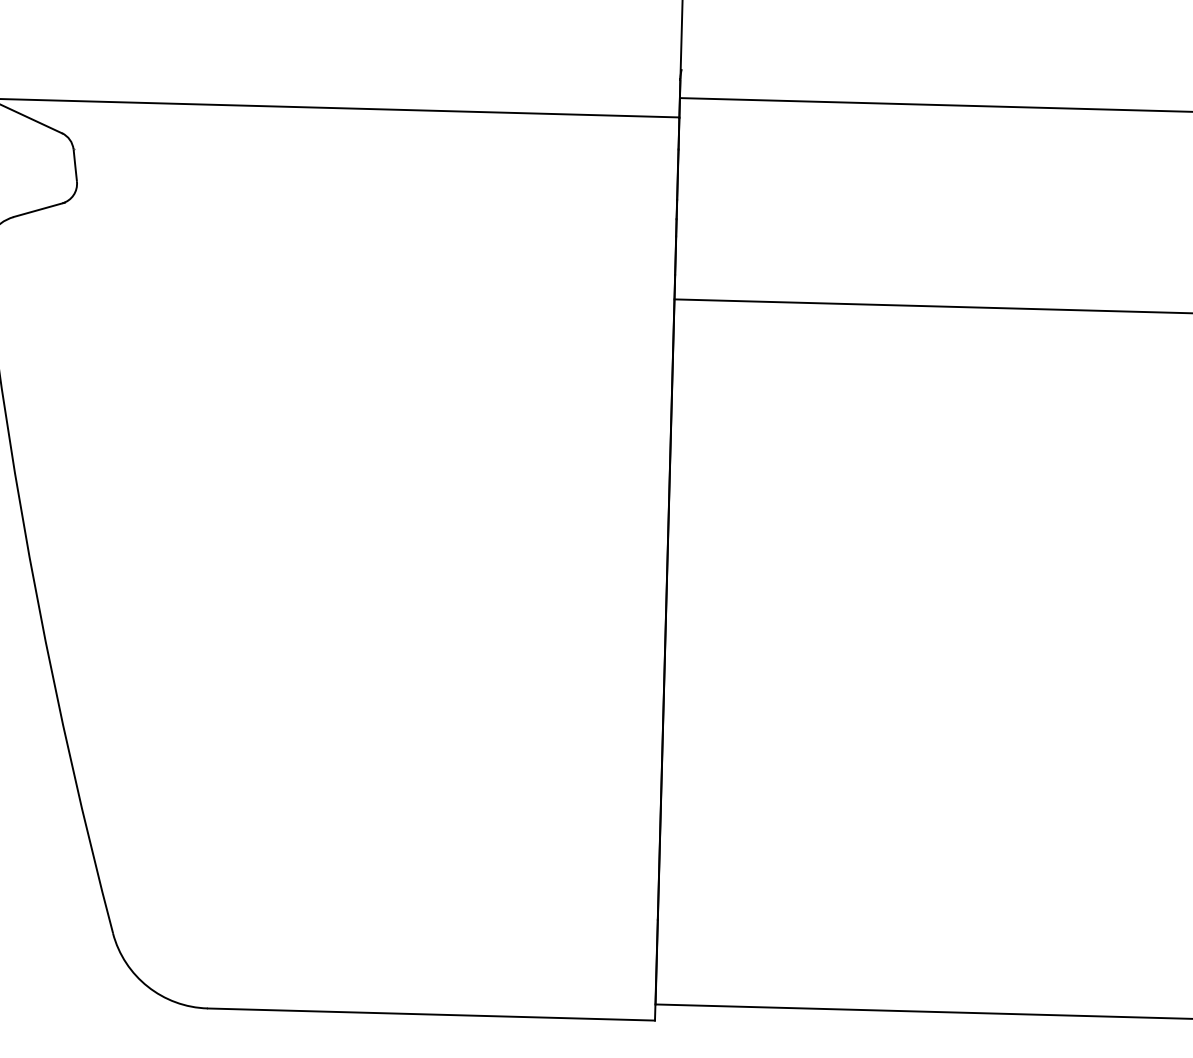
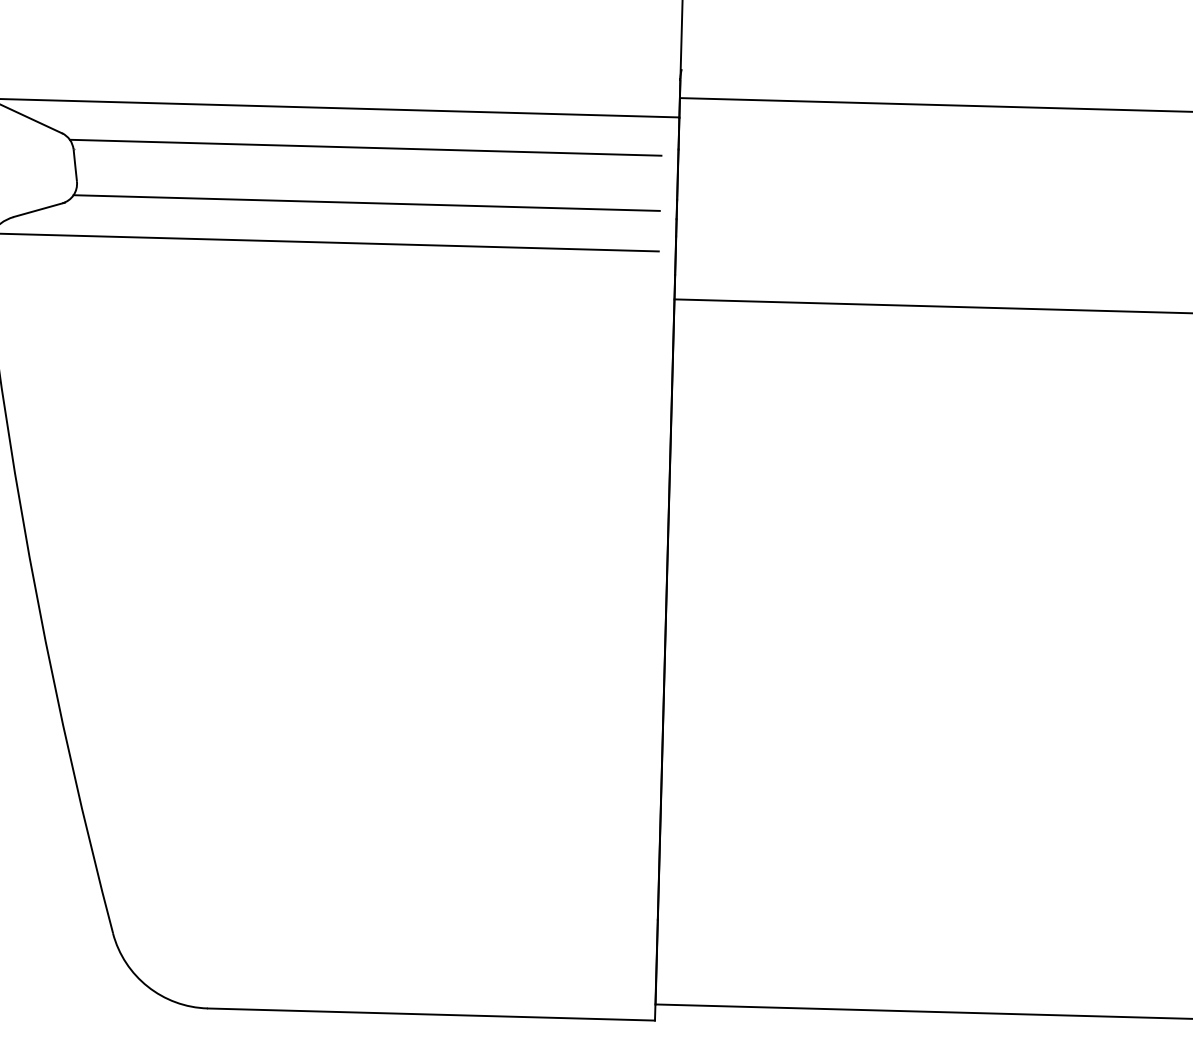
line at (365, 147): none -> present
line at (366, 202): none -> present
line at (330, 242): none -> present
